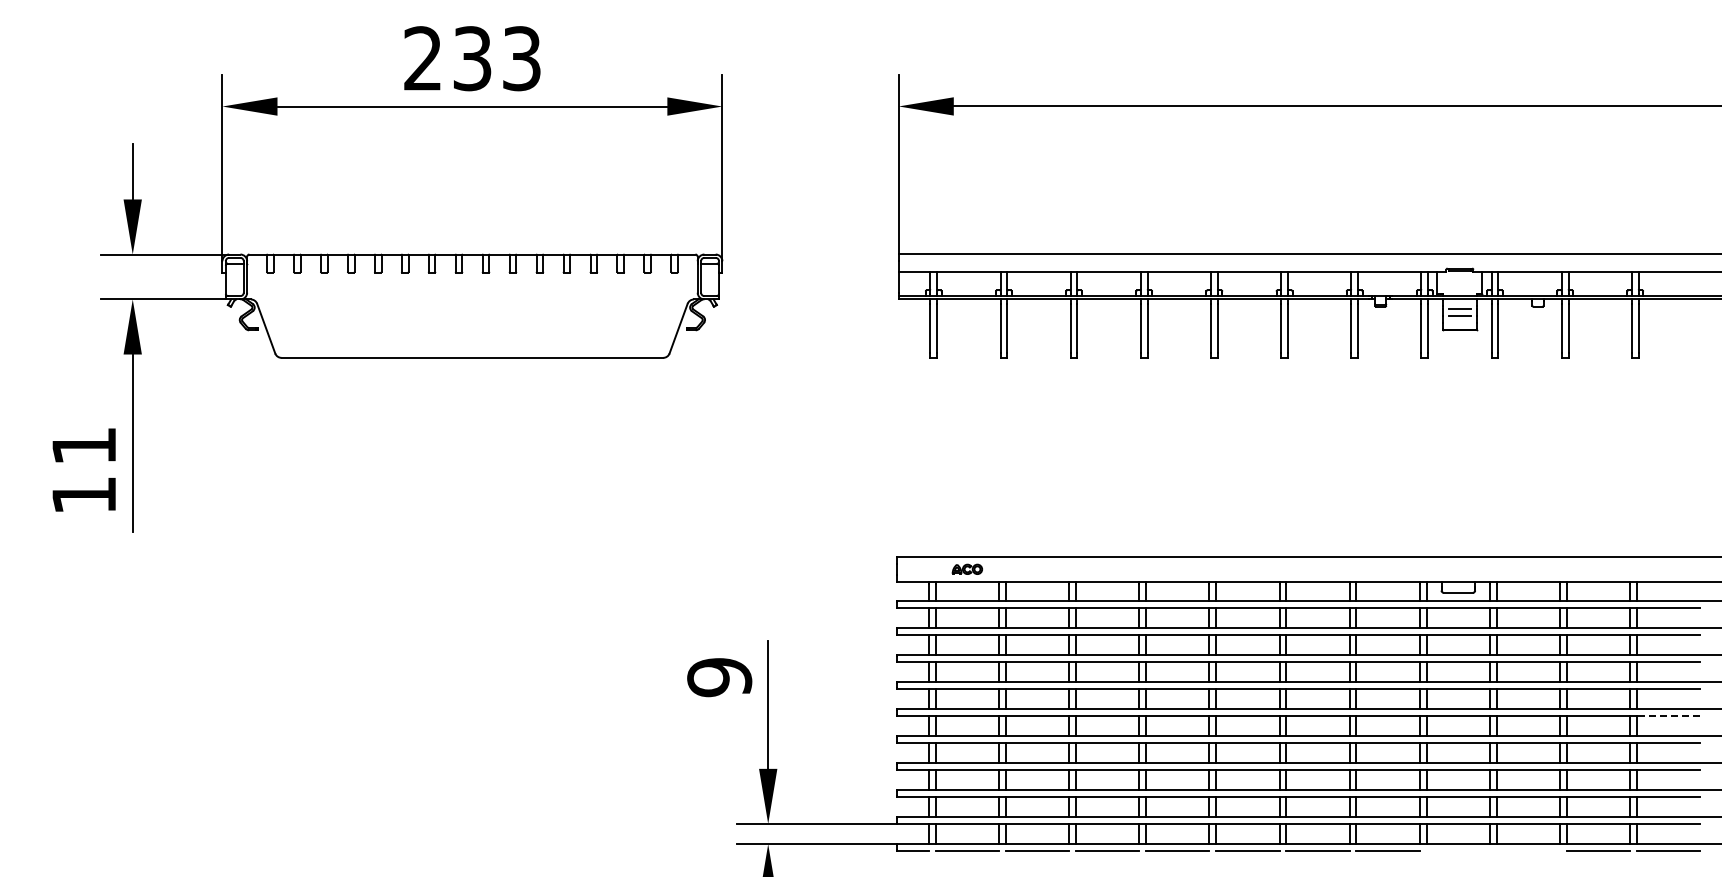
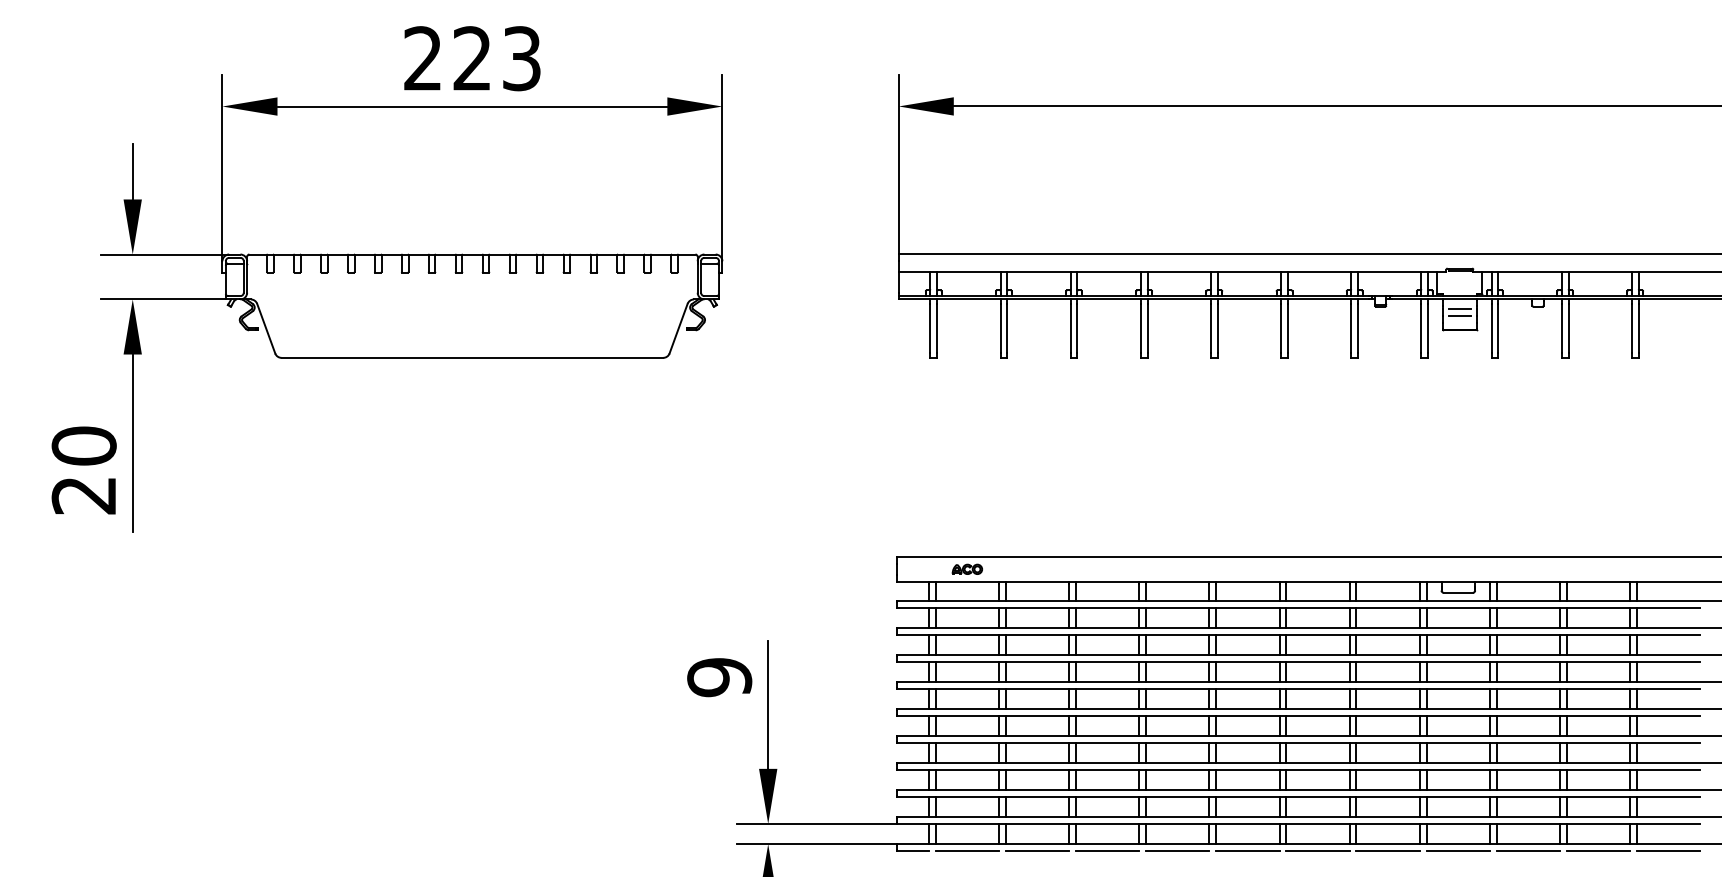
text at (472, 58): 233 -> 223
text at (83, 470): 11 -> 20
line at (1668, 716): dashed -> solid
line at (1458, 850): none -> present
line at (1528, 850): none -> present
